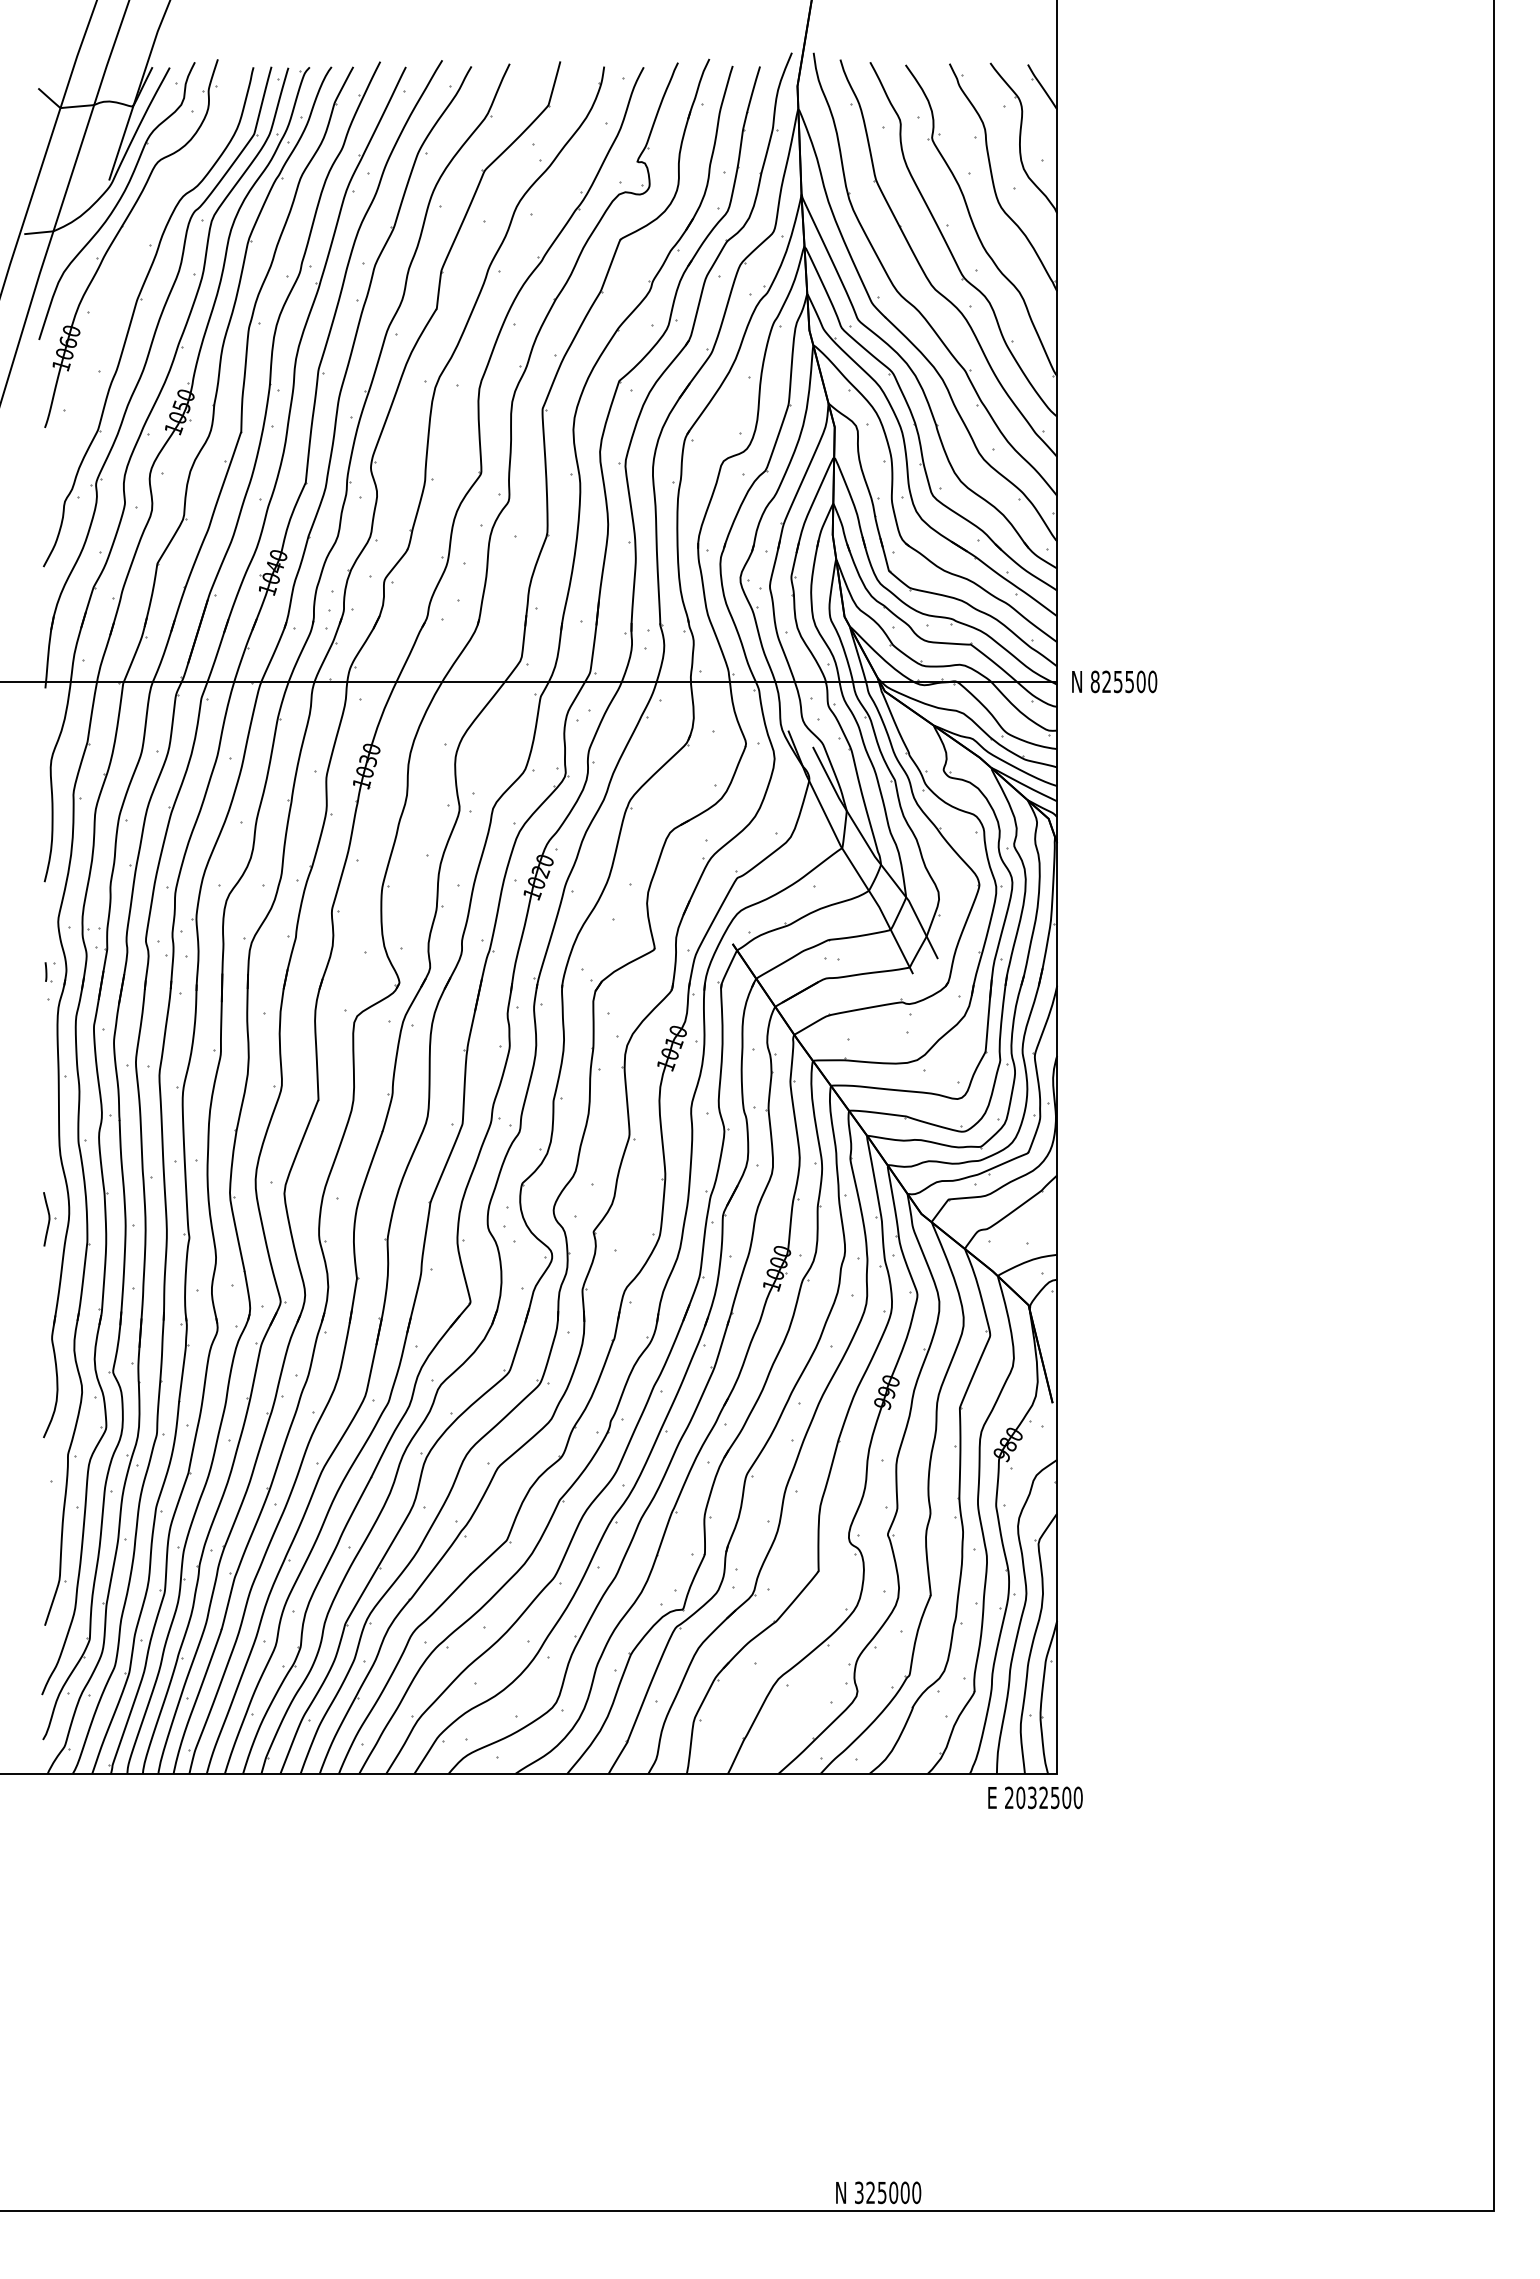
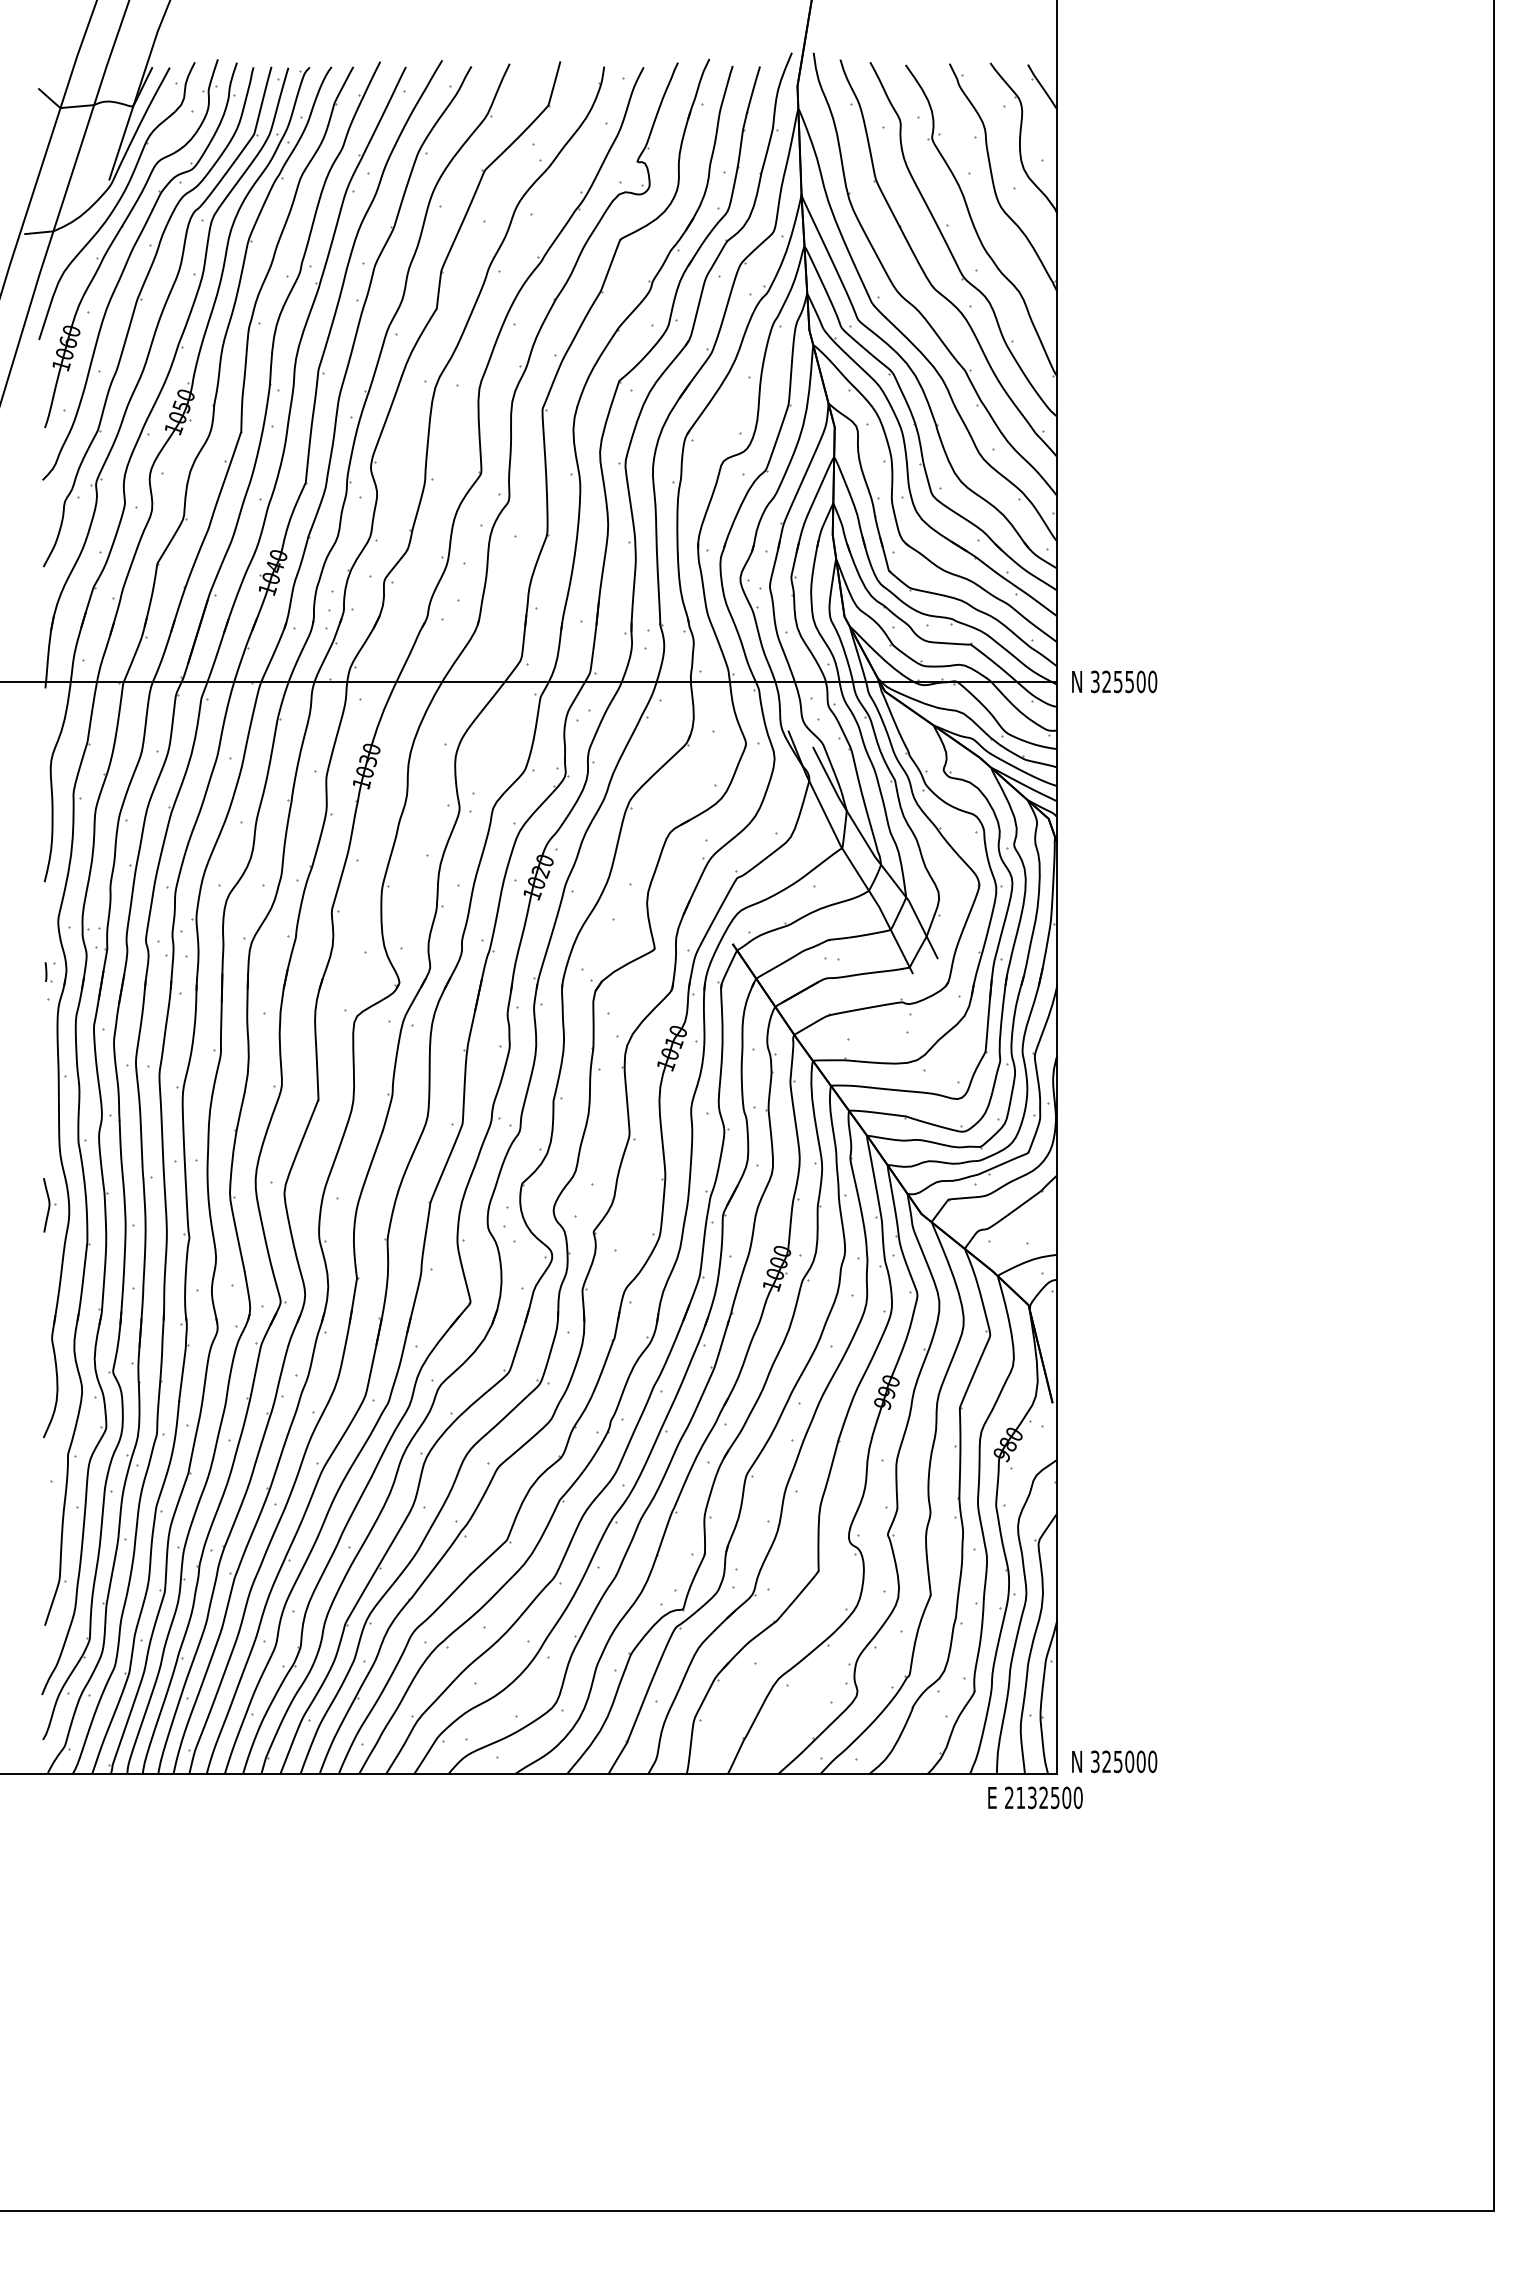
part at (126, 266): none -> present
text at (1094, 681): 825500 -> 325500
part at (49, 1219) position: (49, 1219) -> (49, 1205)
text at (1020, 1797): 2032500 -> 2132500
text at (878, 2192) position: (878, 2192) -> (1114, 1761)
